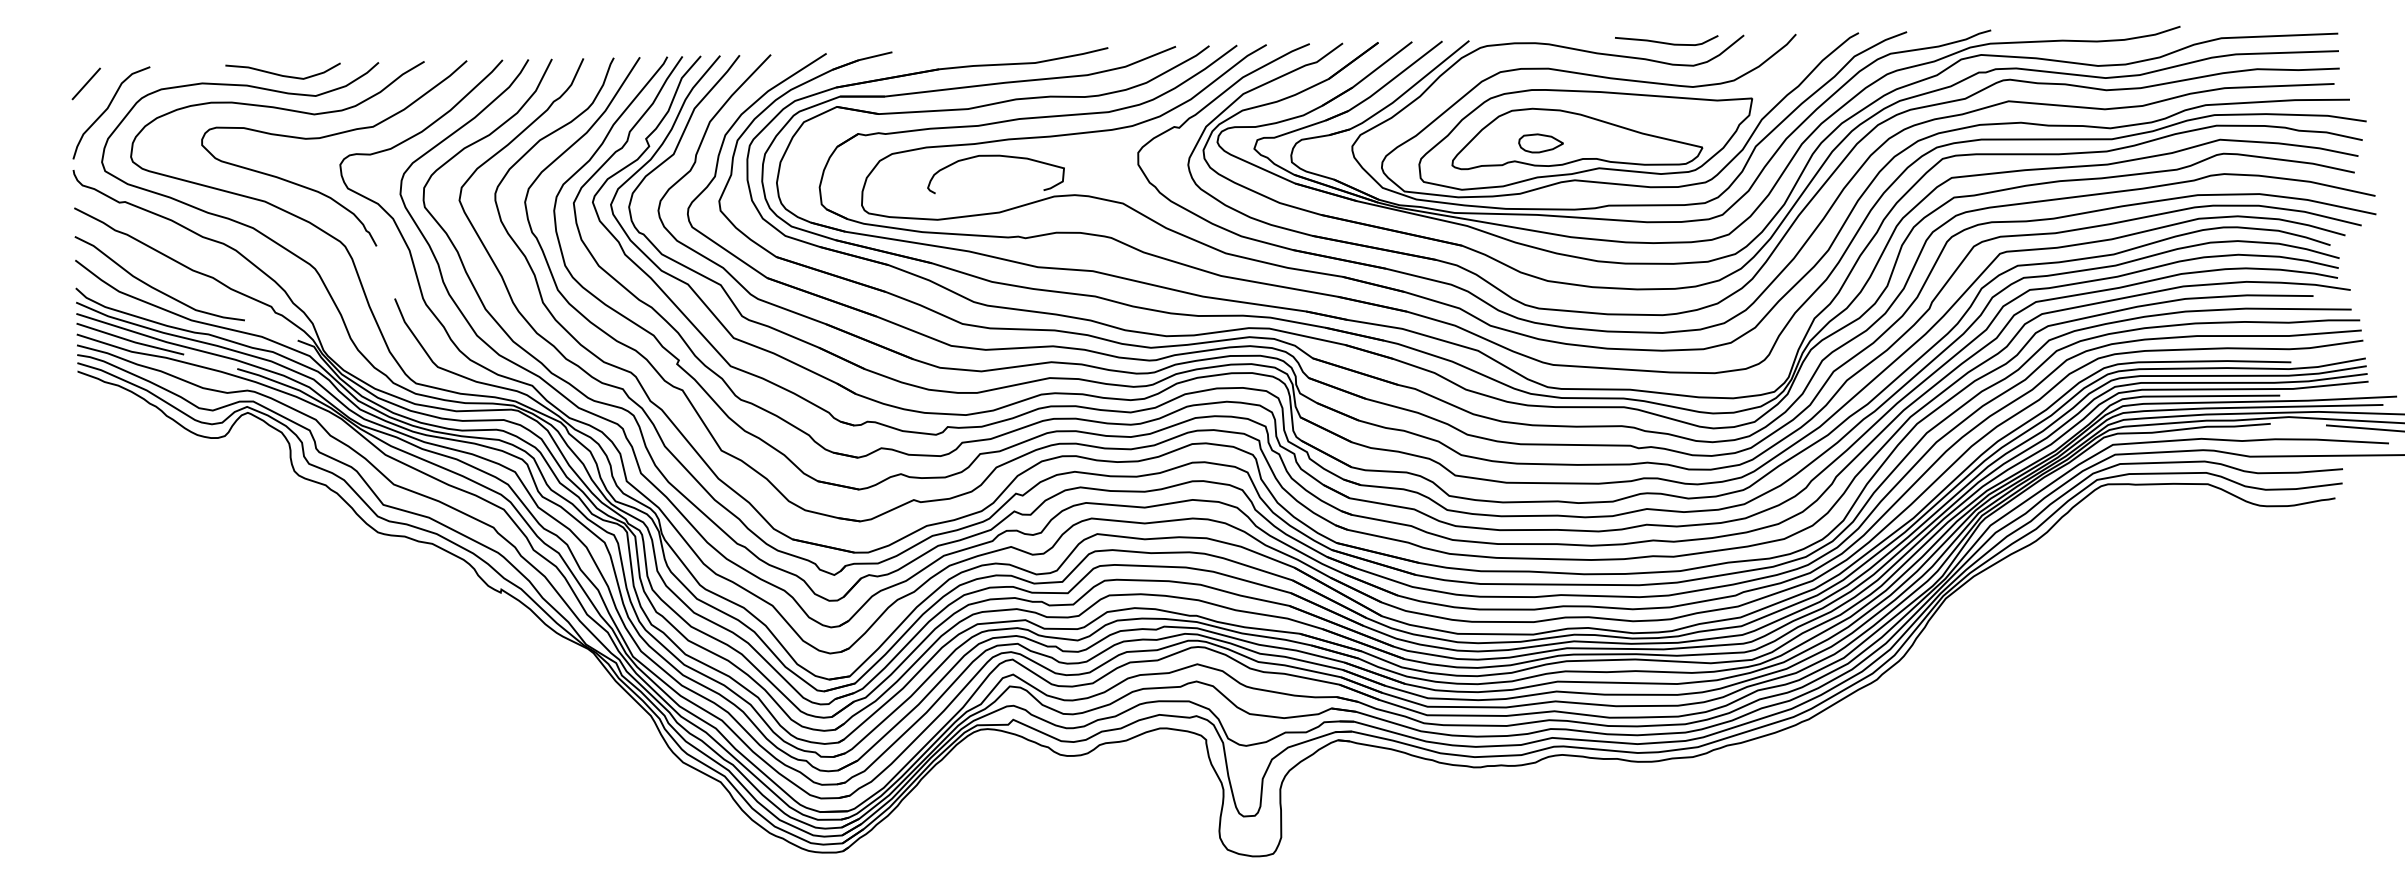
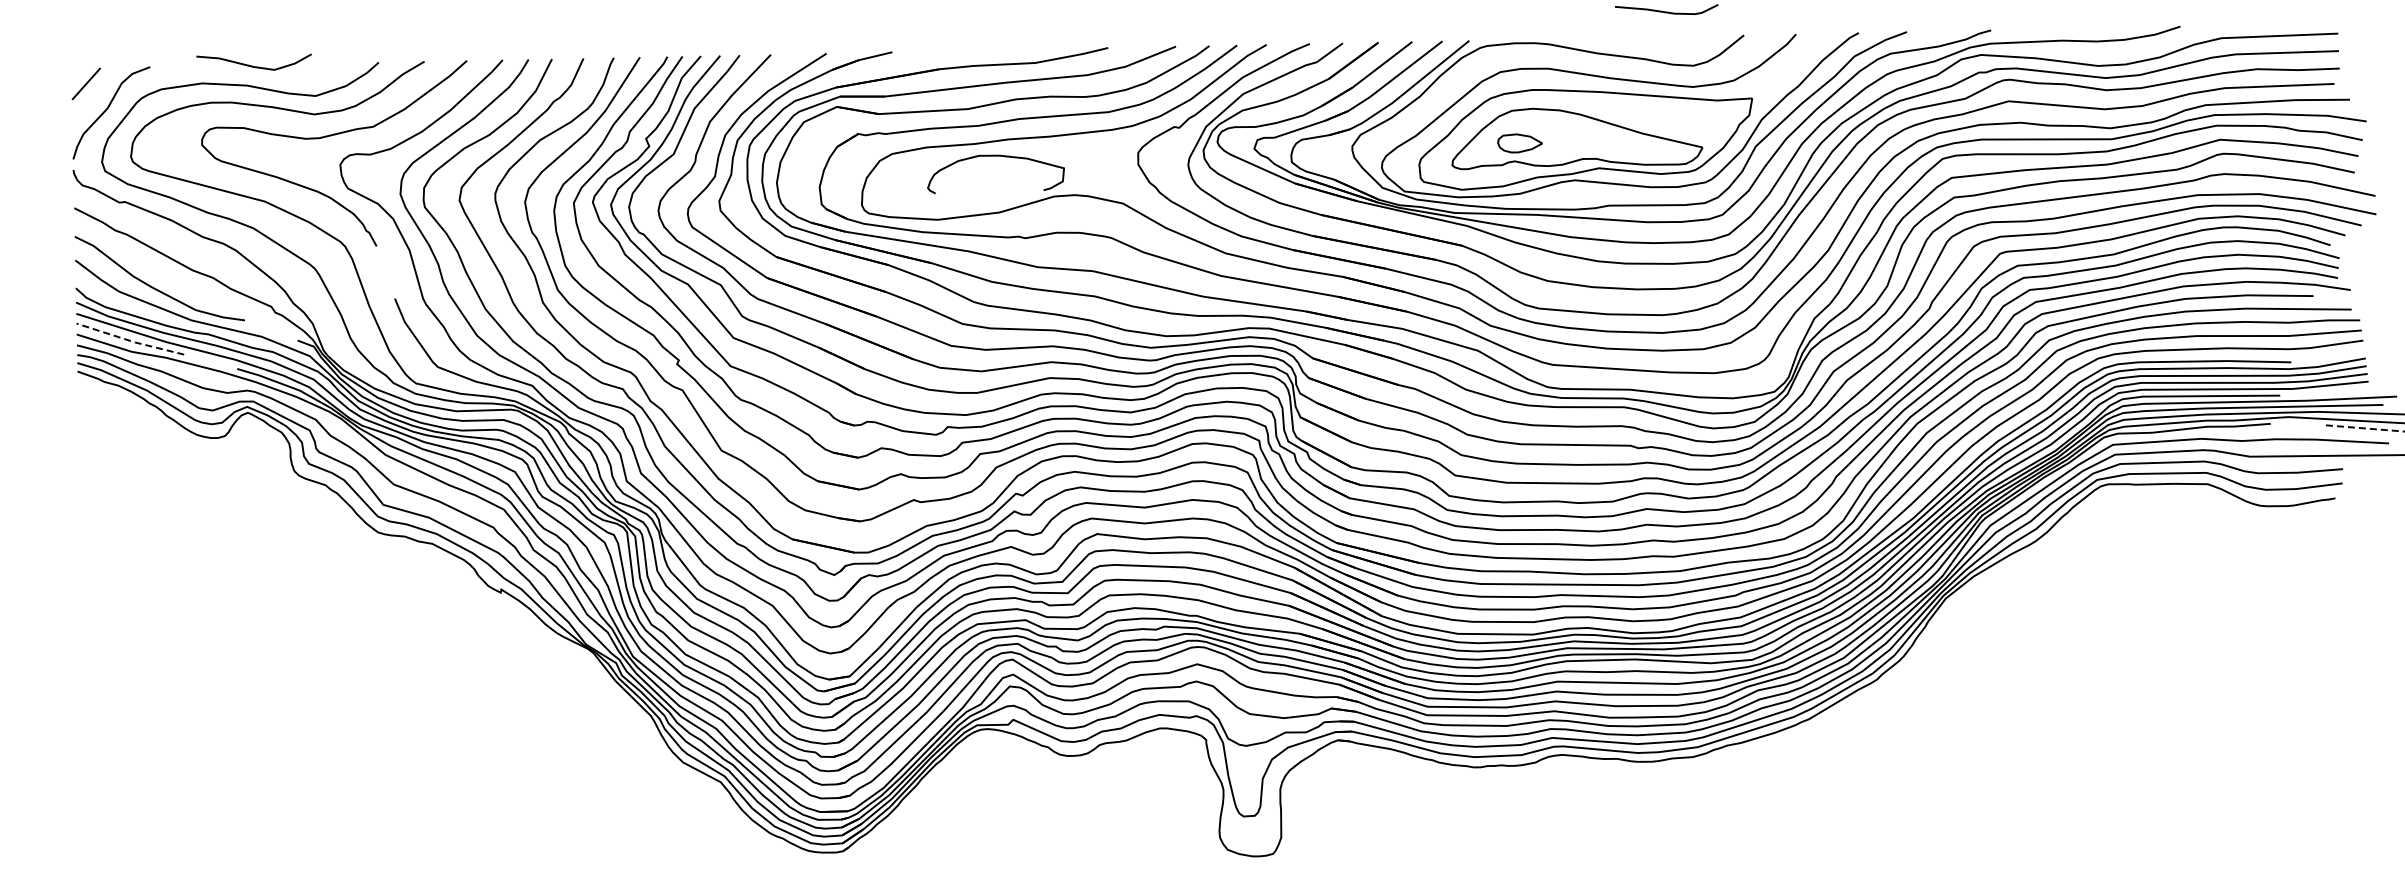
curve at (1666, 42) position: (1666, 42) -> (1666, 11)
curve at (281, 74) position: (281, 74) -> (252, 65)
part at (1540, 143) position: (1540, 143) -> (1519, 143)
line at (130, 340): solid -> dashed
line at (2365, 428): solid -> dashed
